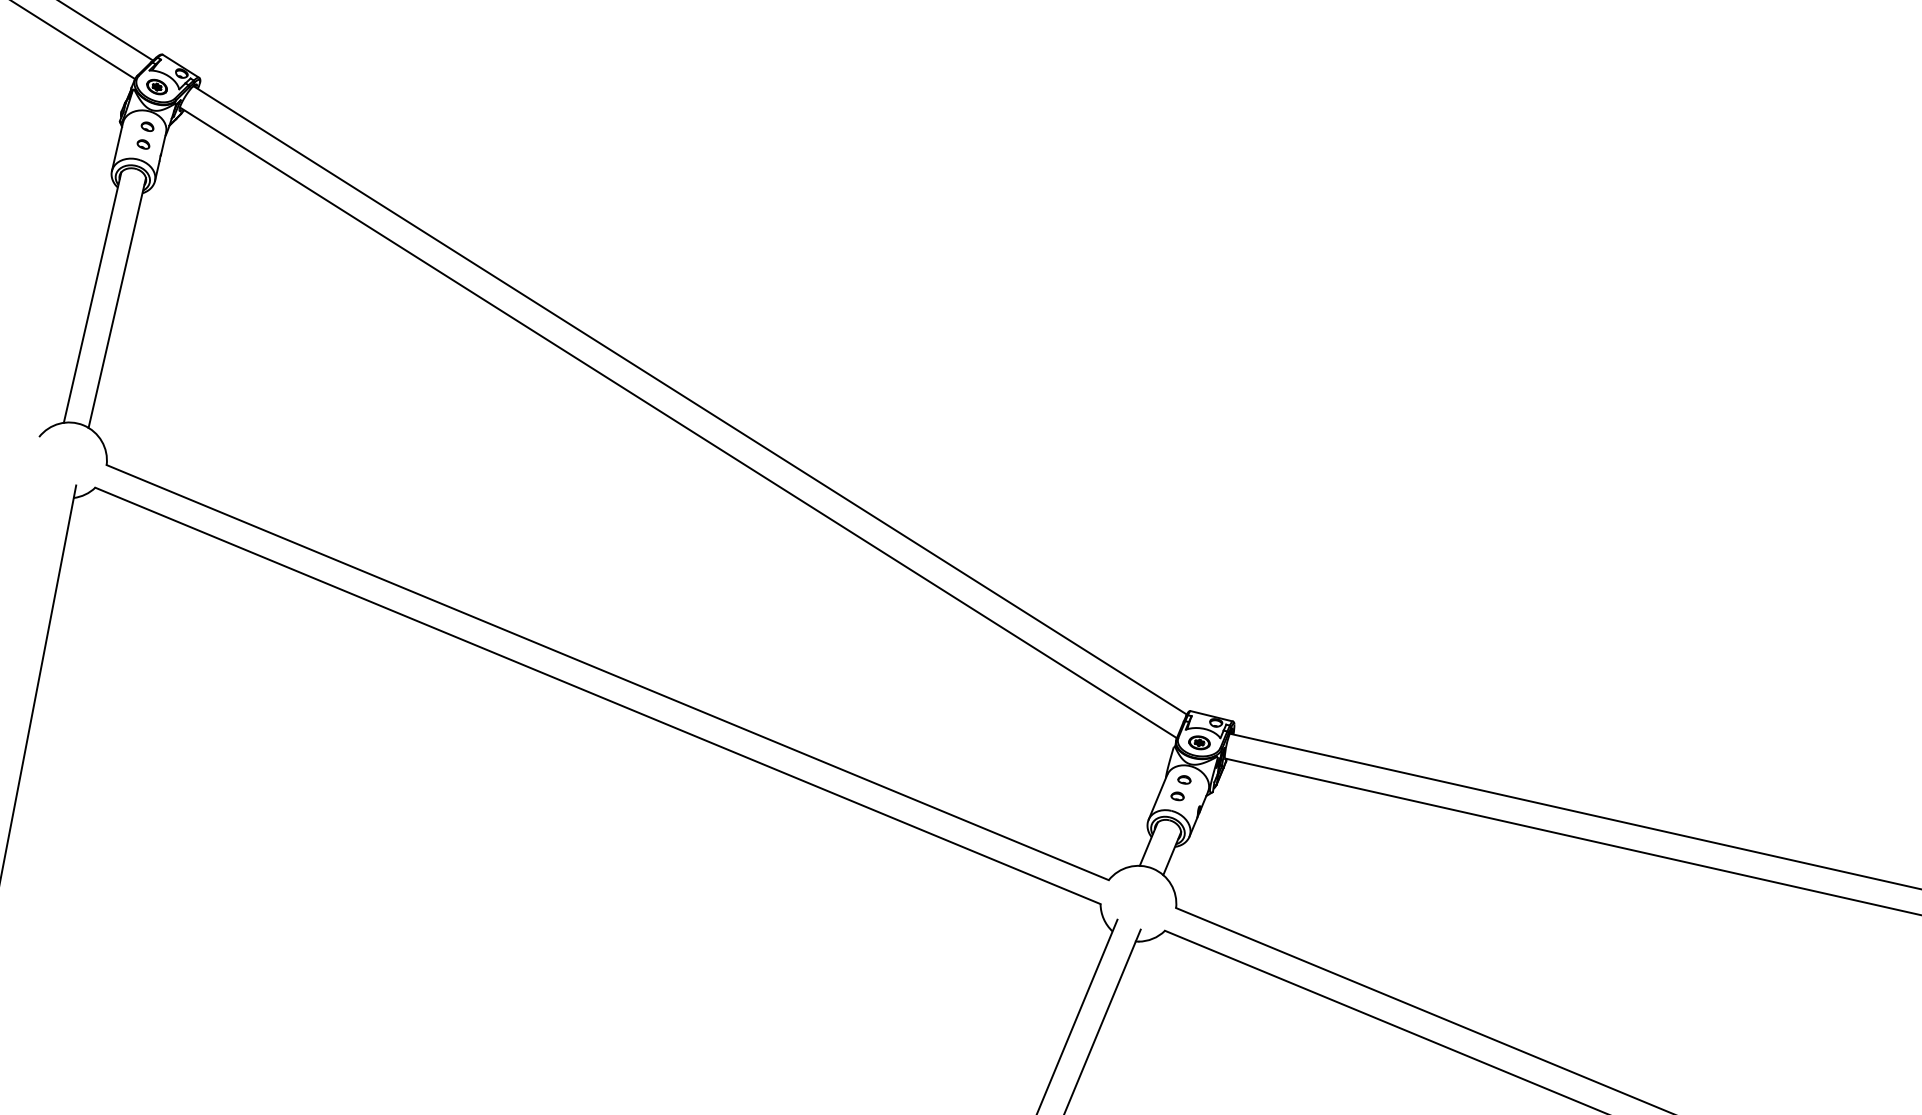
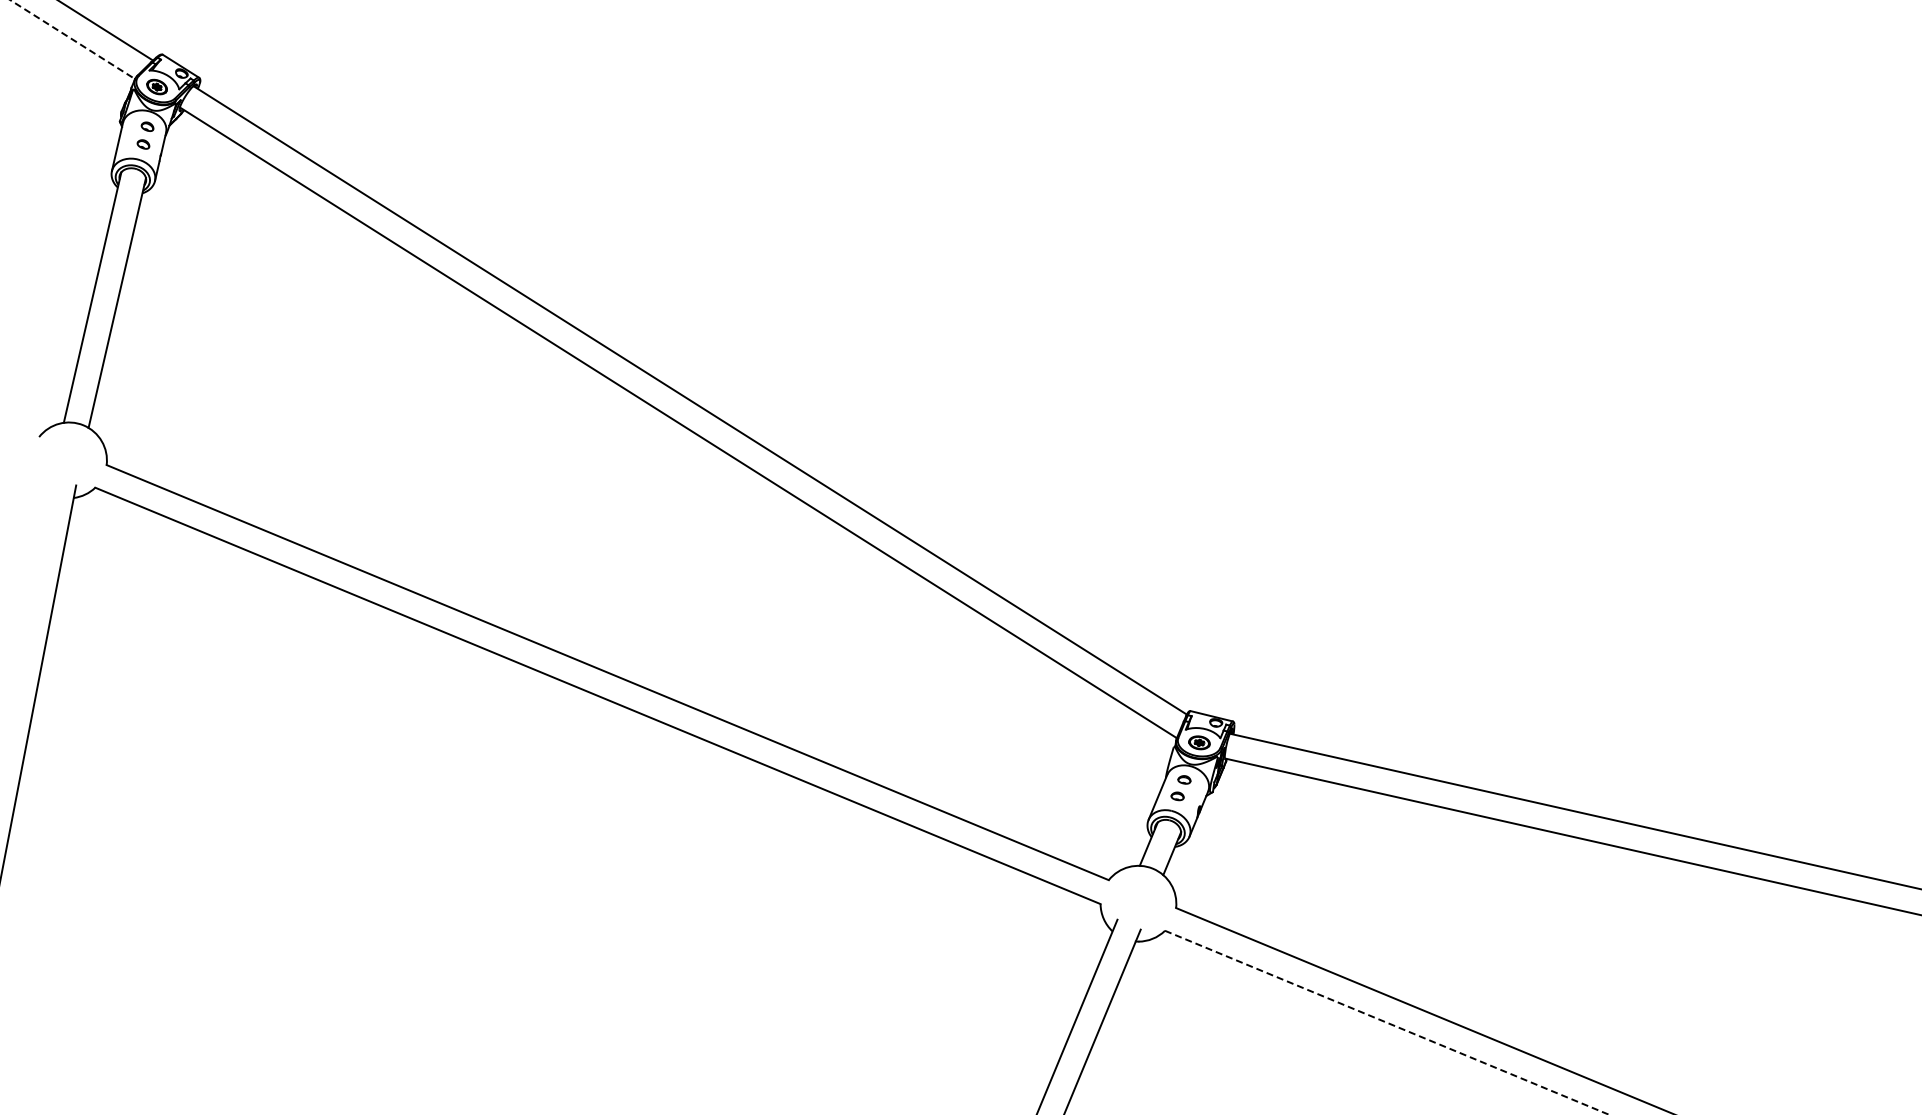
line at (72, 39): solid -> dashed
line at (1387, 1023): solid -> dashed
